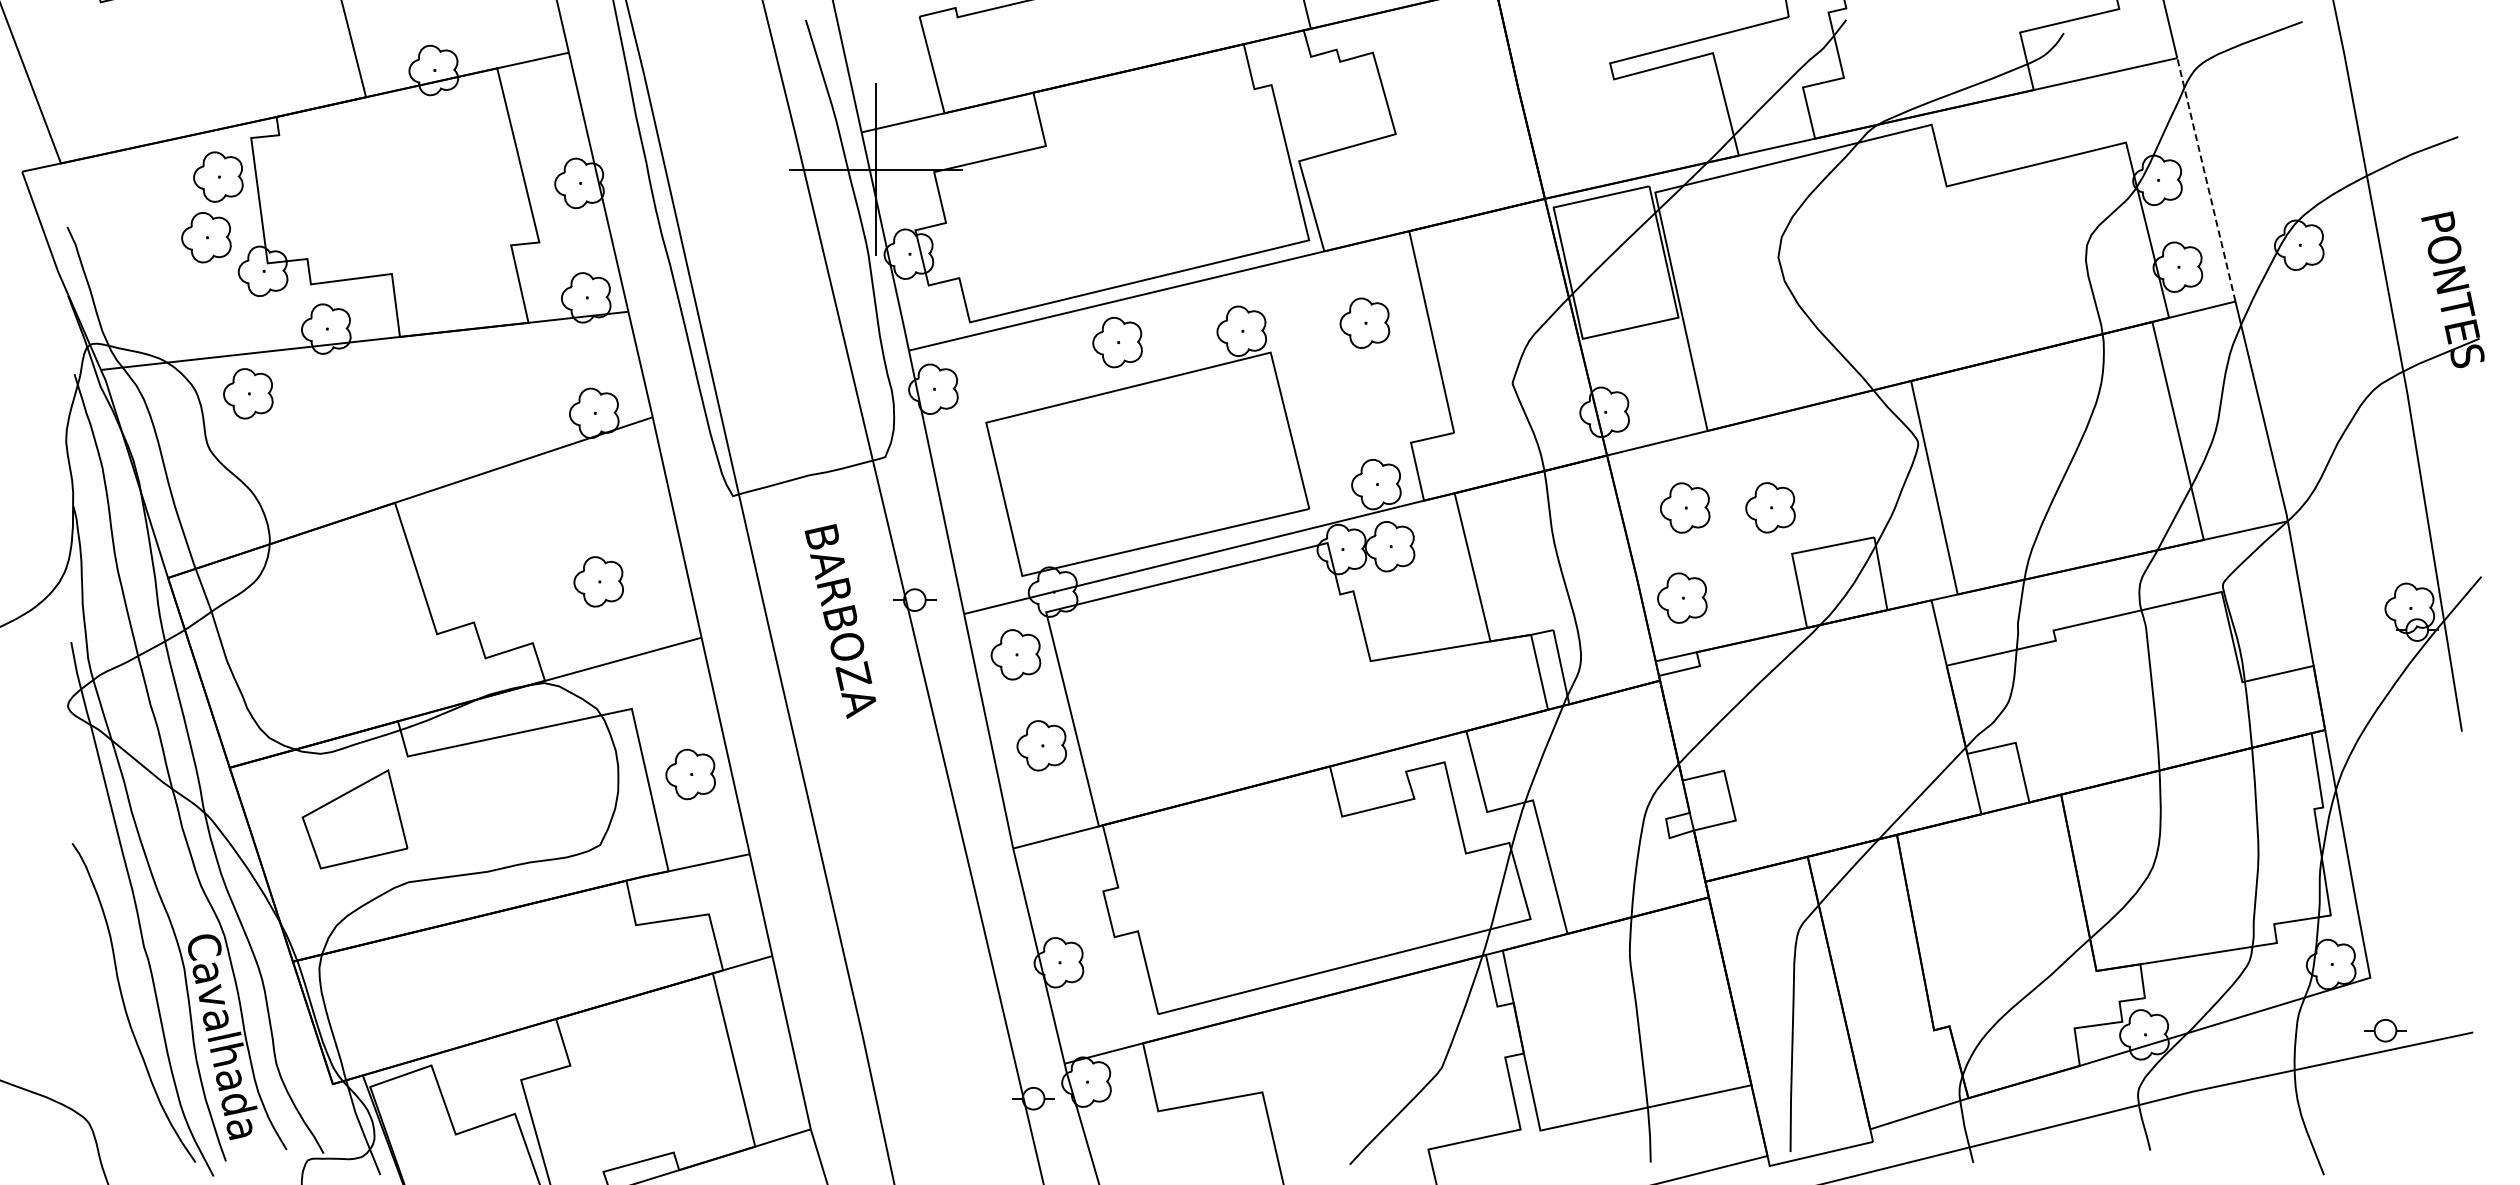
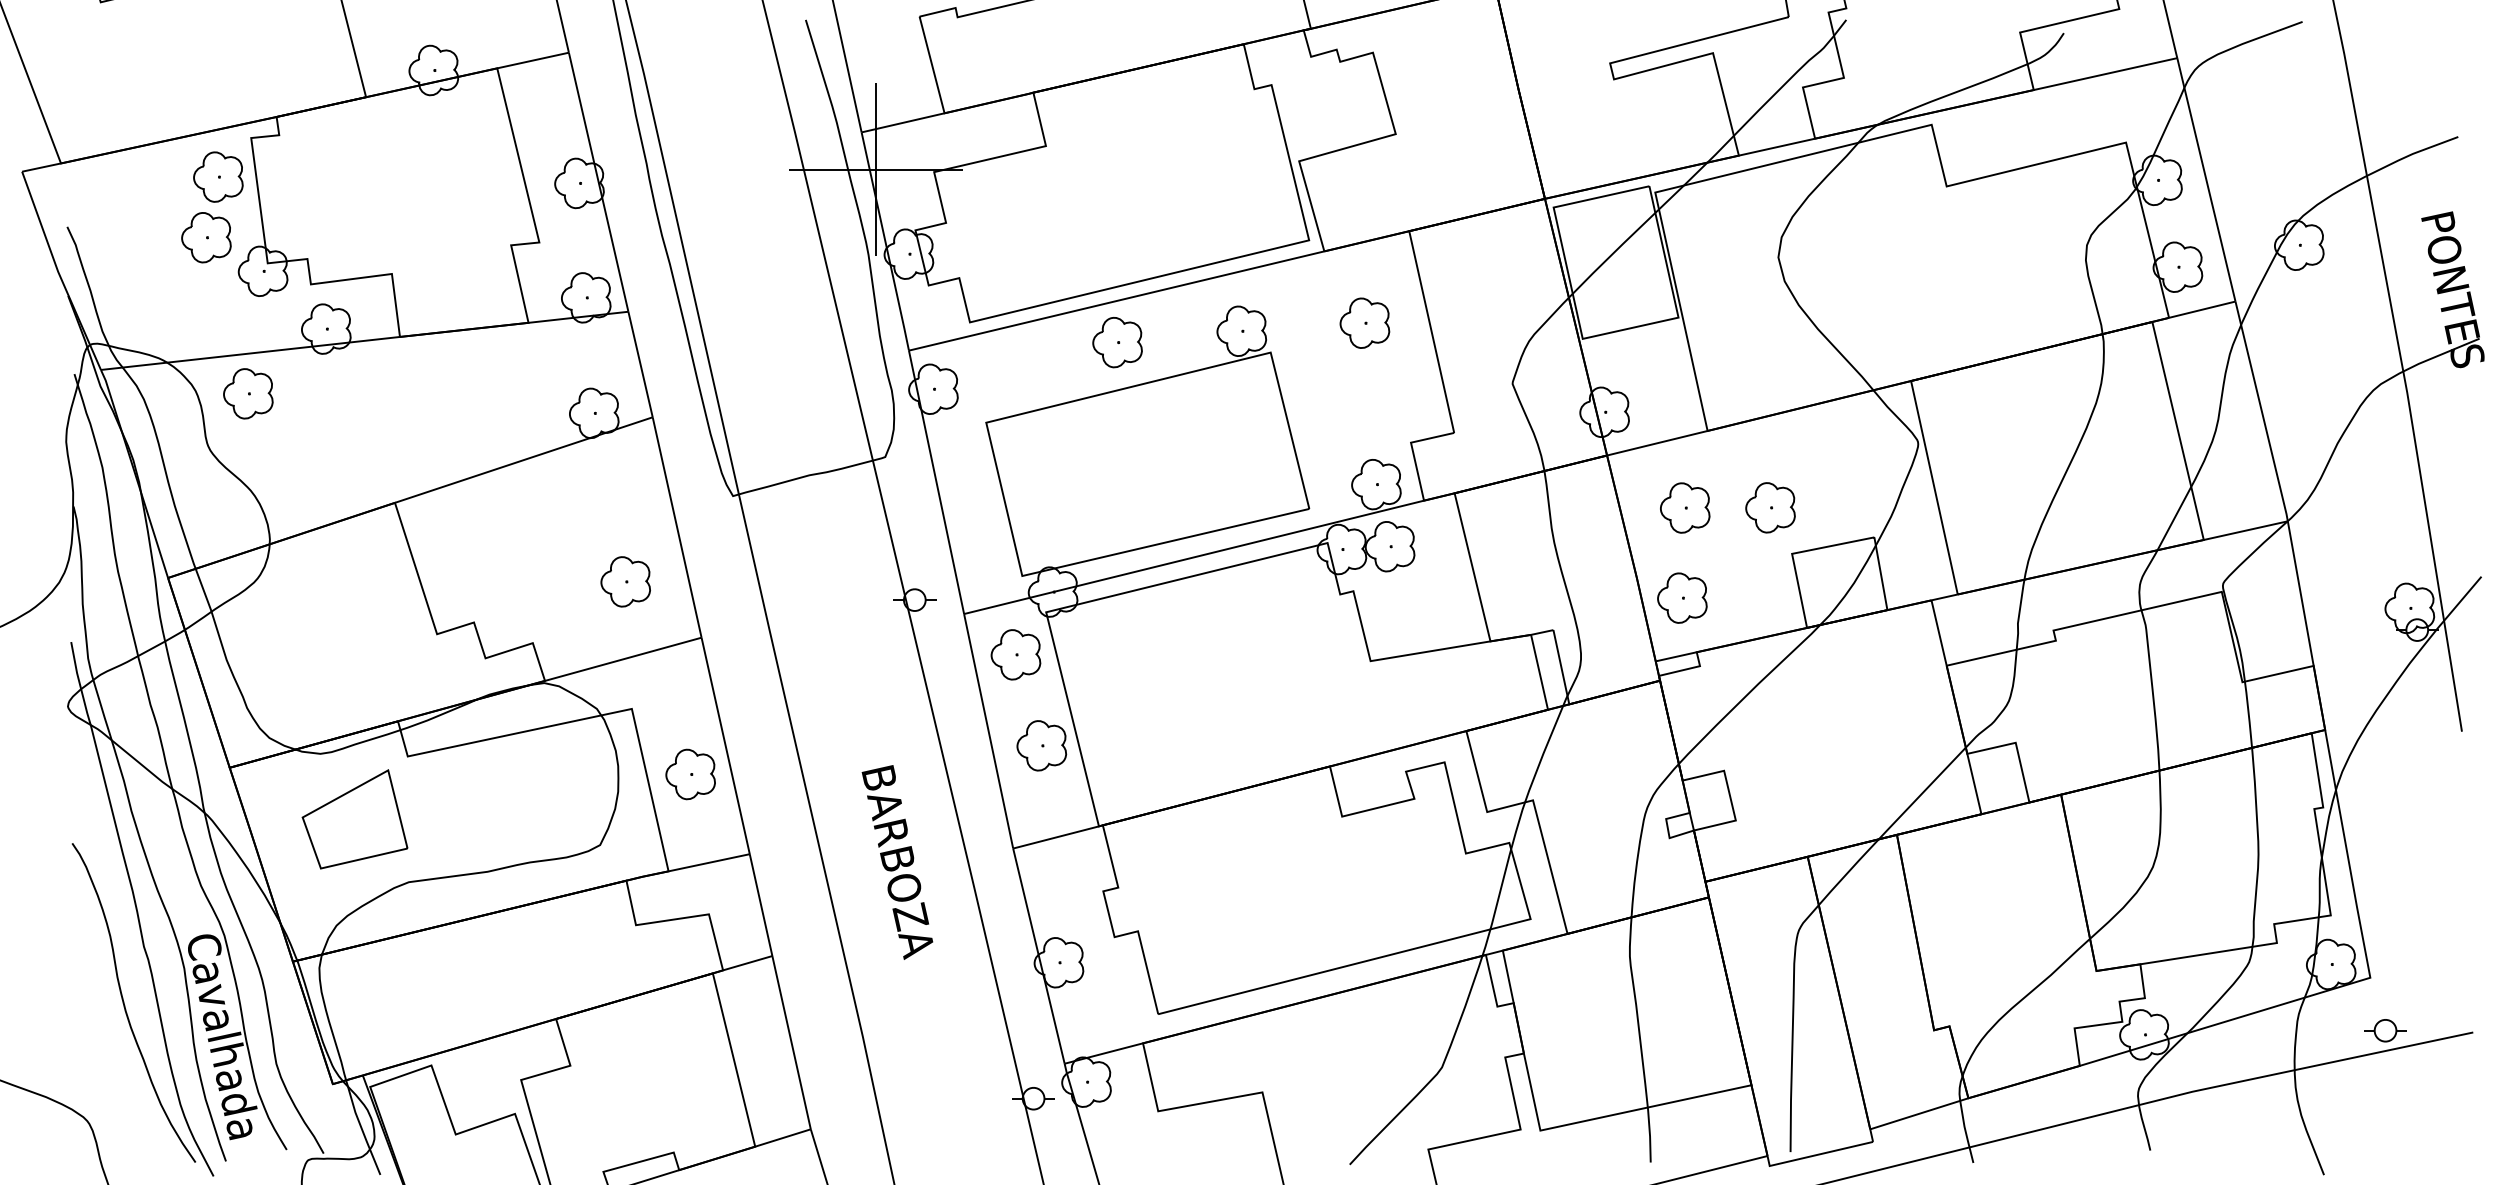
line at (2206, 180): dashed -> solid
part at (598, 581) position: (598, 581) -> (625, 581)
text at (840, 621) position: (840, 621) -> (897, 862)
